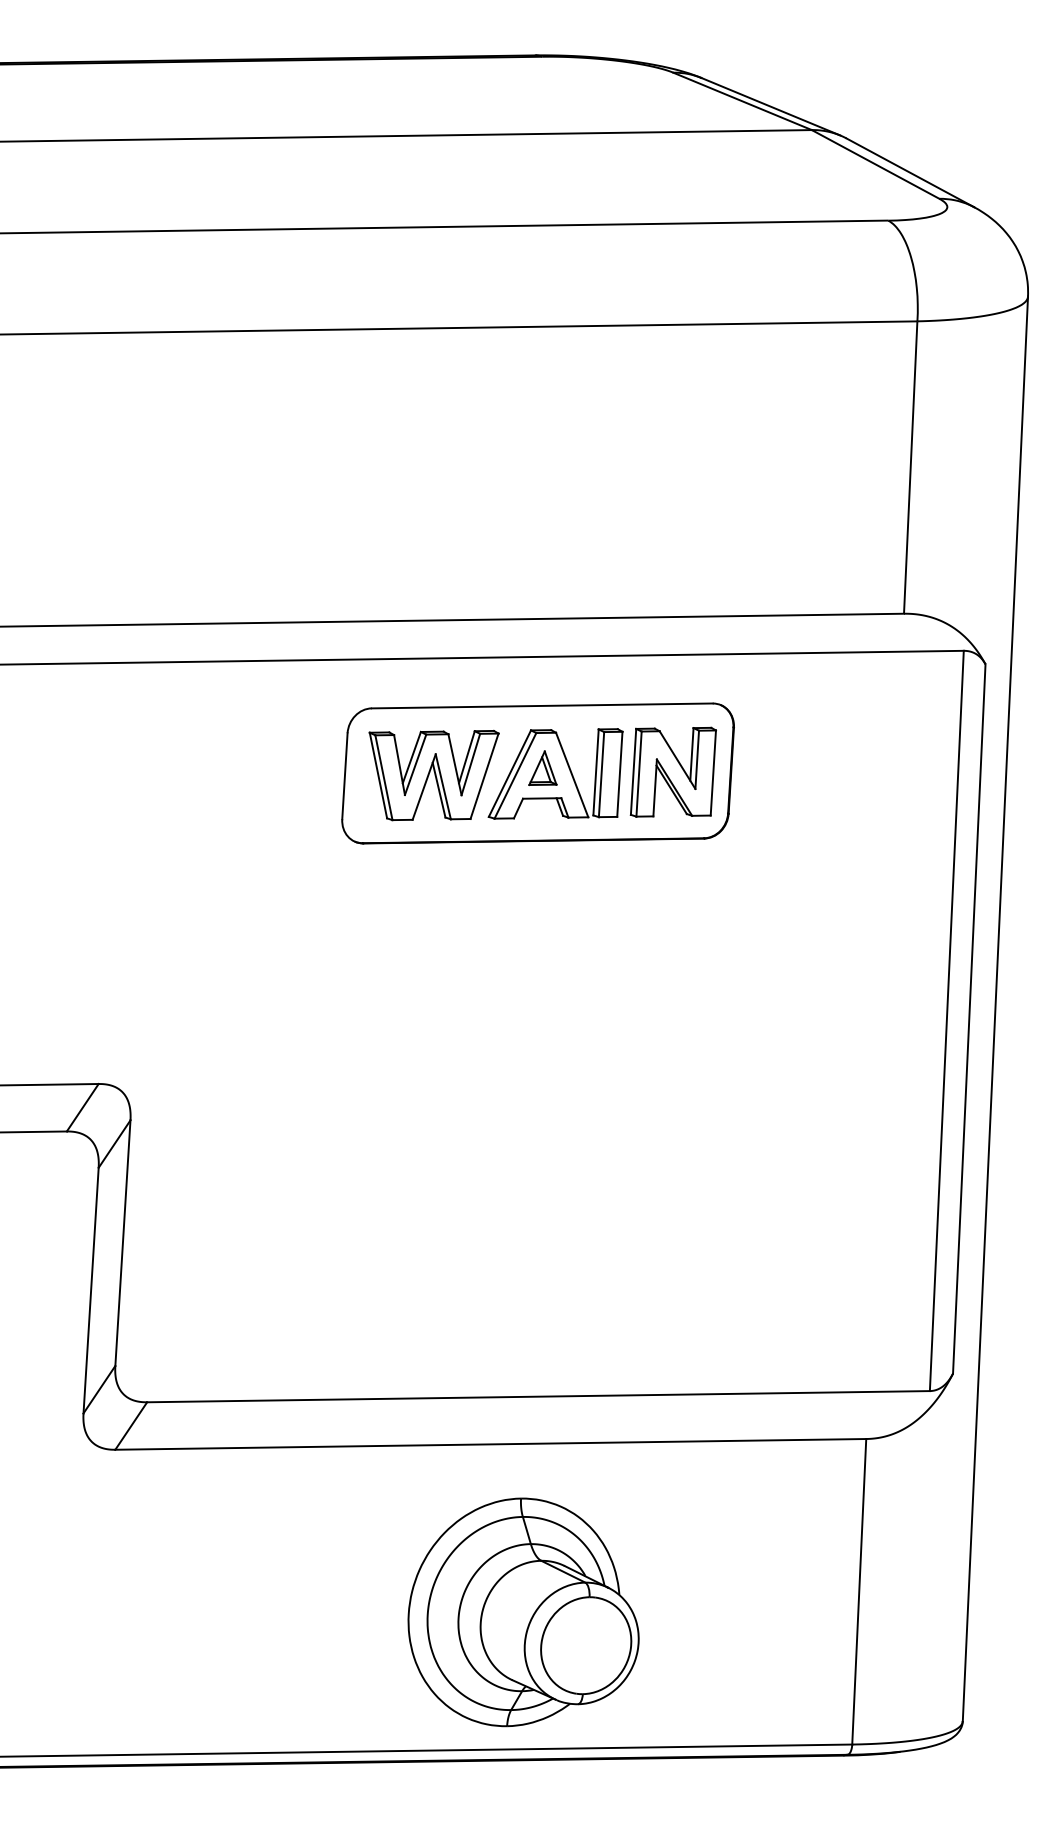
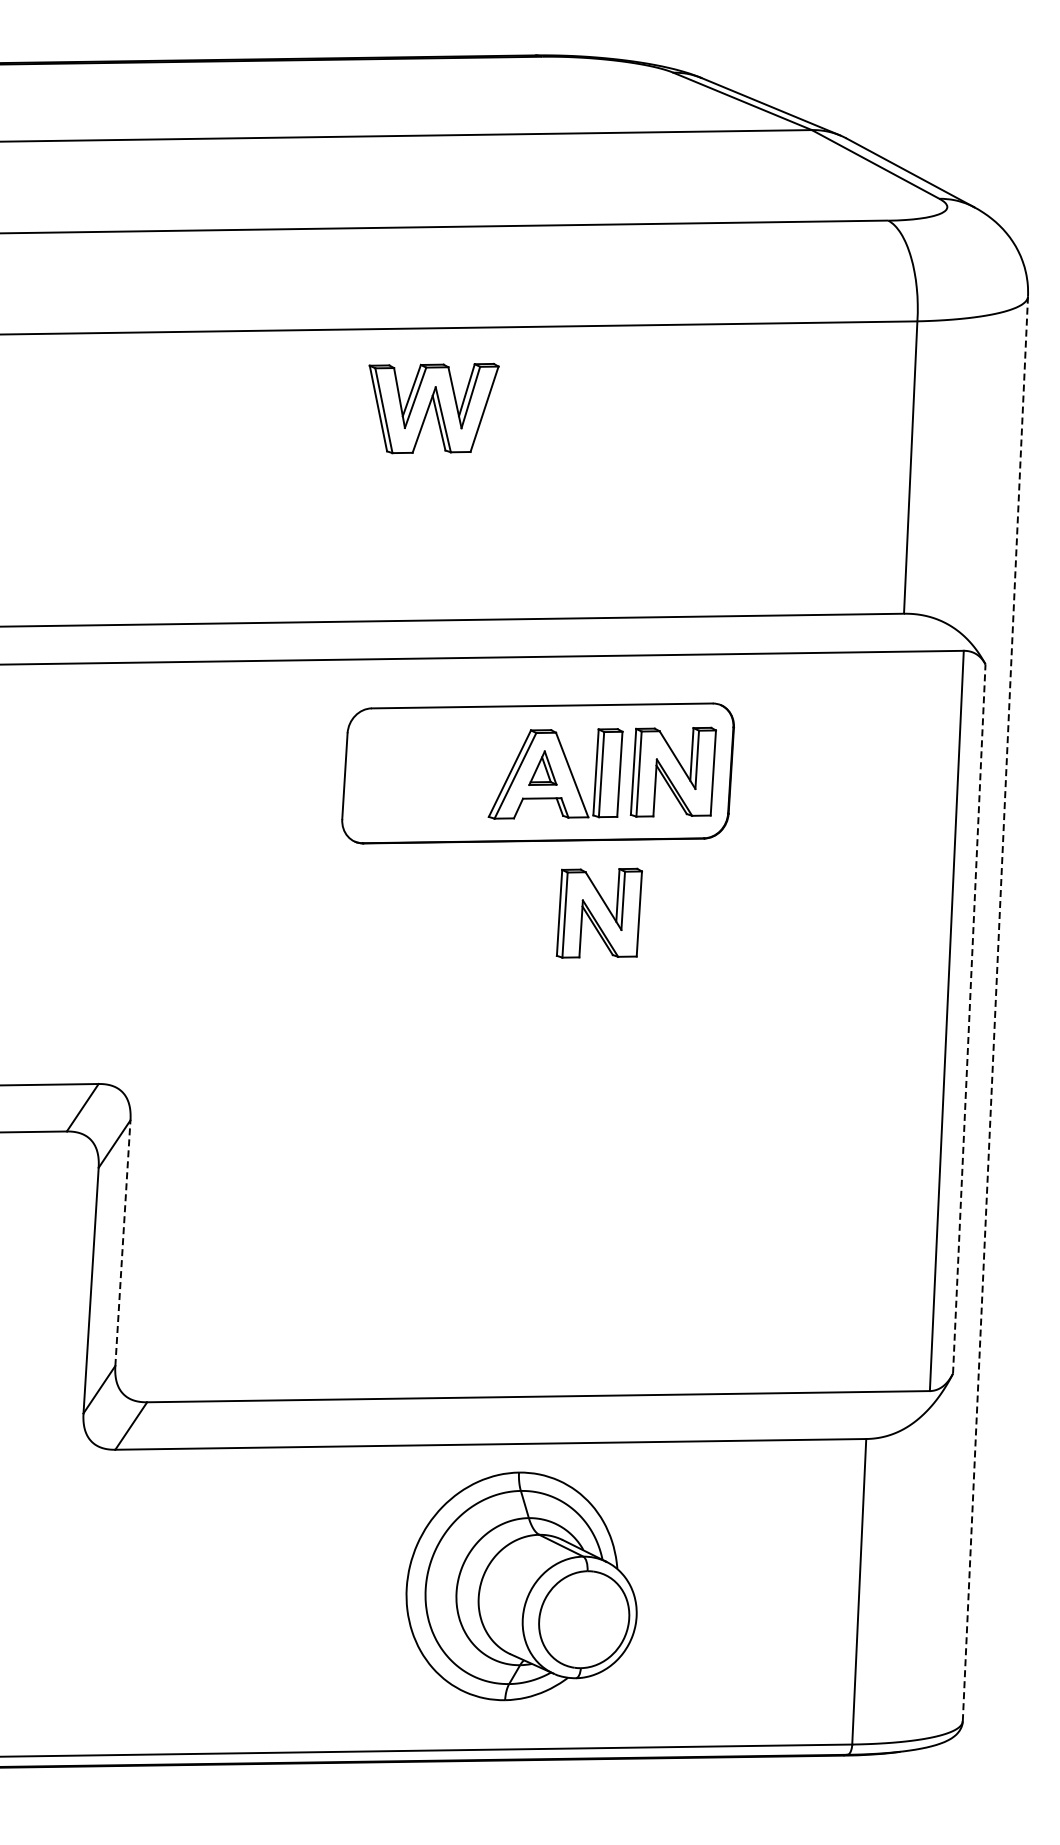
part at (433, 775) position: (433, 775) -> (433, 408)
part at (598, 912): none -> present
line at (995, 1008): solid -> dashed
line at (969, 1018): solid -> dashed
line at (122, 1242): solid -> dashed
part at (523, 1612) position: (523, 1612) -> (521, 1586)
